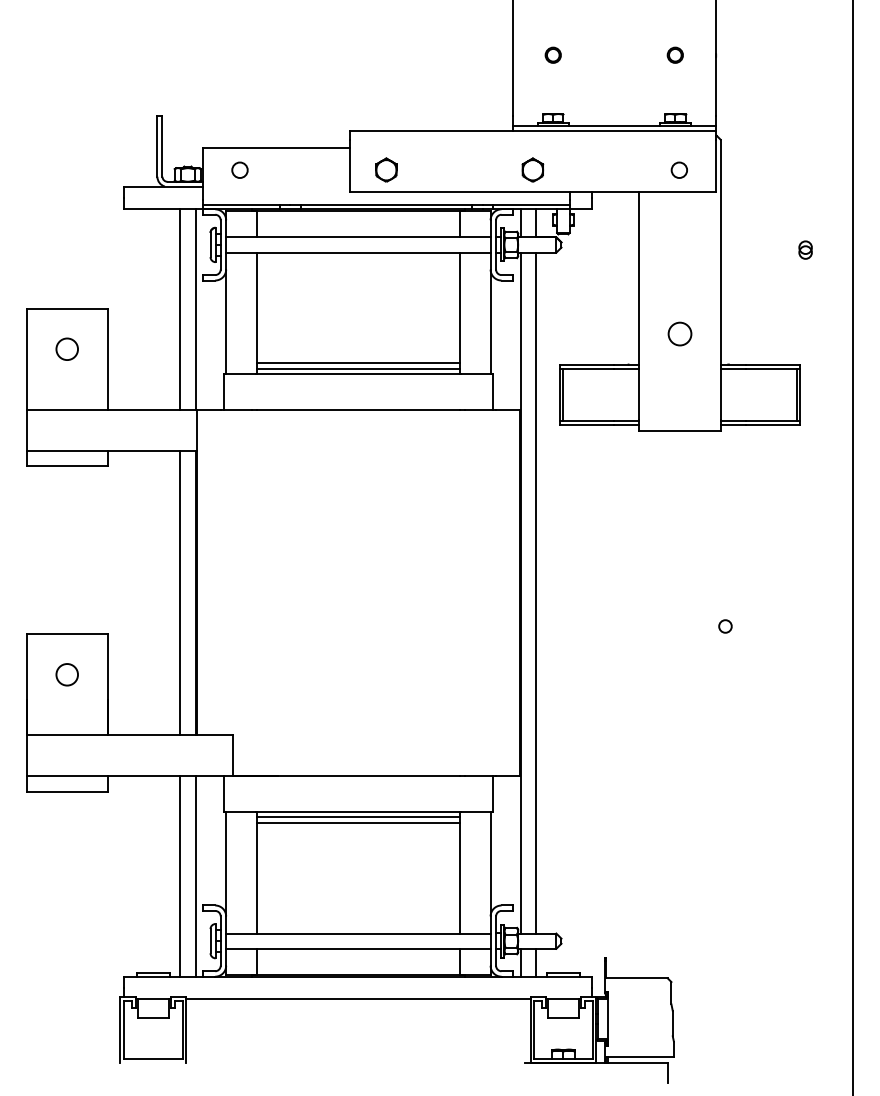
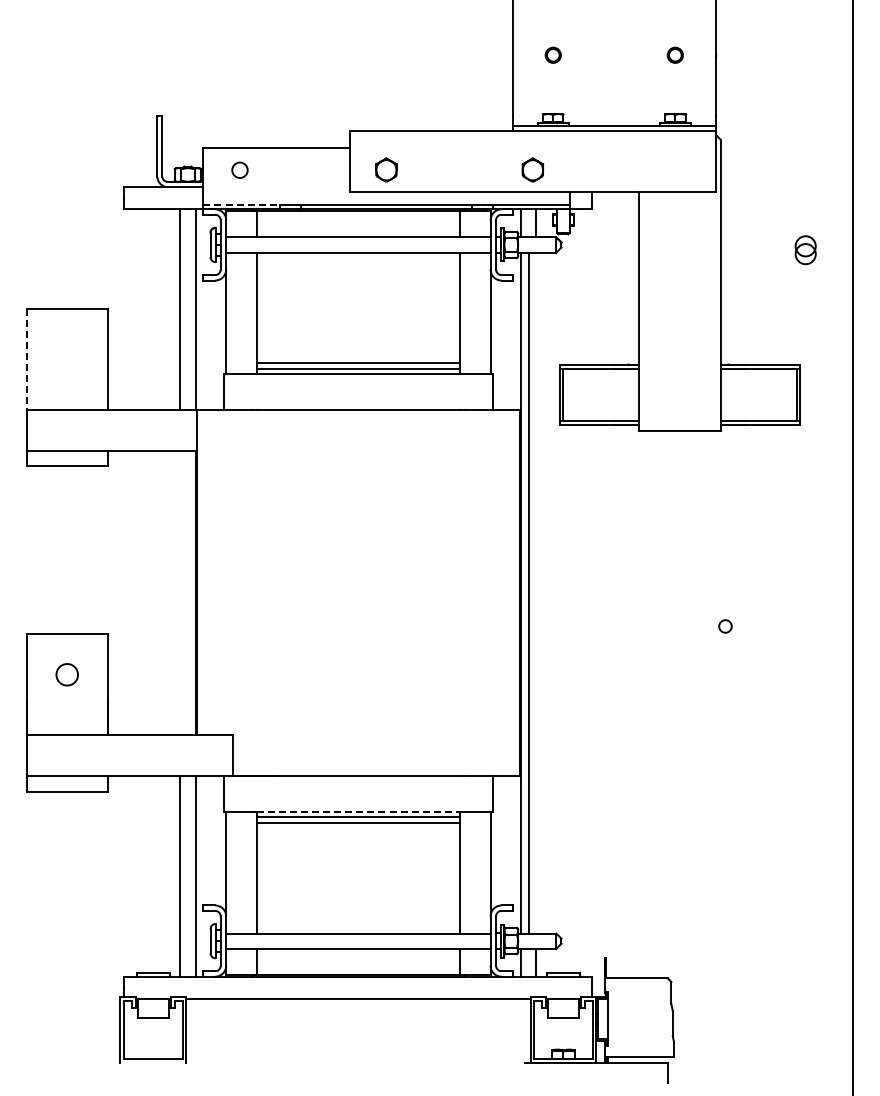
circle at (678, 169): present -> none
line at (242, 204): solid -> dashed
part at (805, 249) size: 15x20 px -> 23x31 px
circle at (679, 333): present -> none
circle at (66, 348): present -> none
line at (26, 359): solid -> dashed
line at (180, 592): present -> none
line at (536, 592) position: (536, 592) -> (529, 592)
line at (358, 811): solid -> dashed
